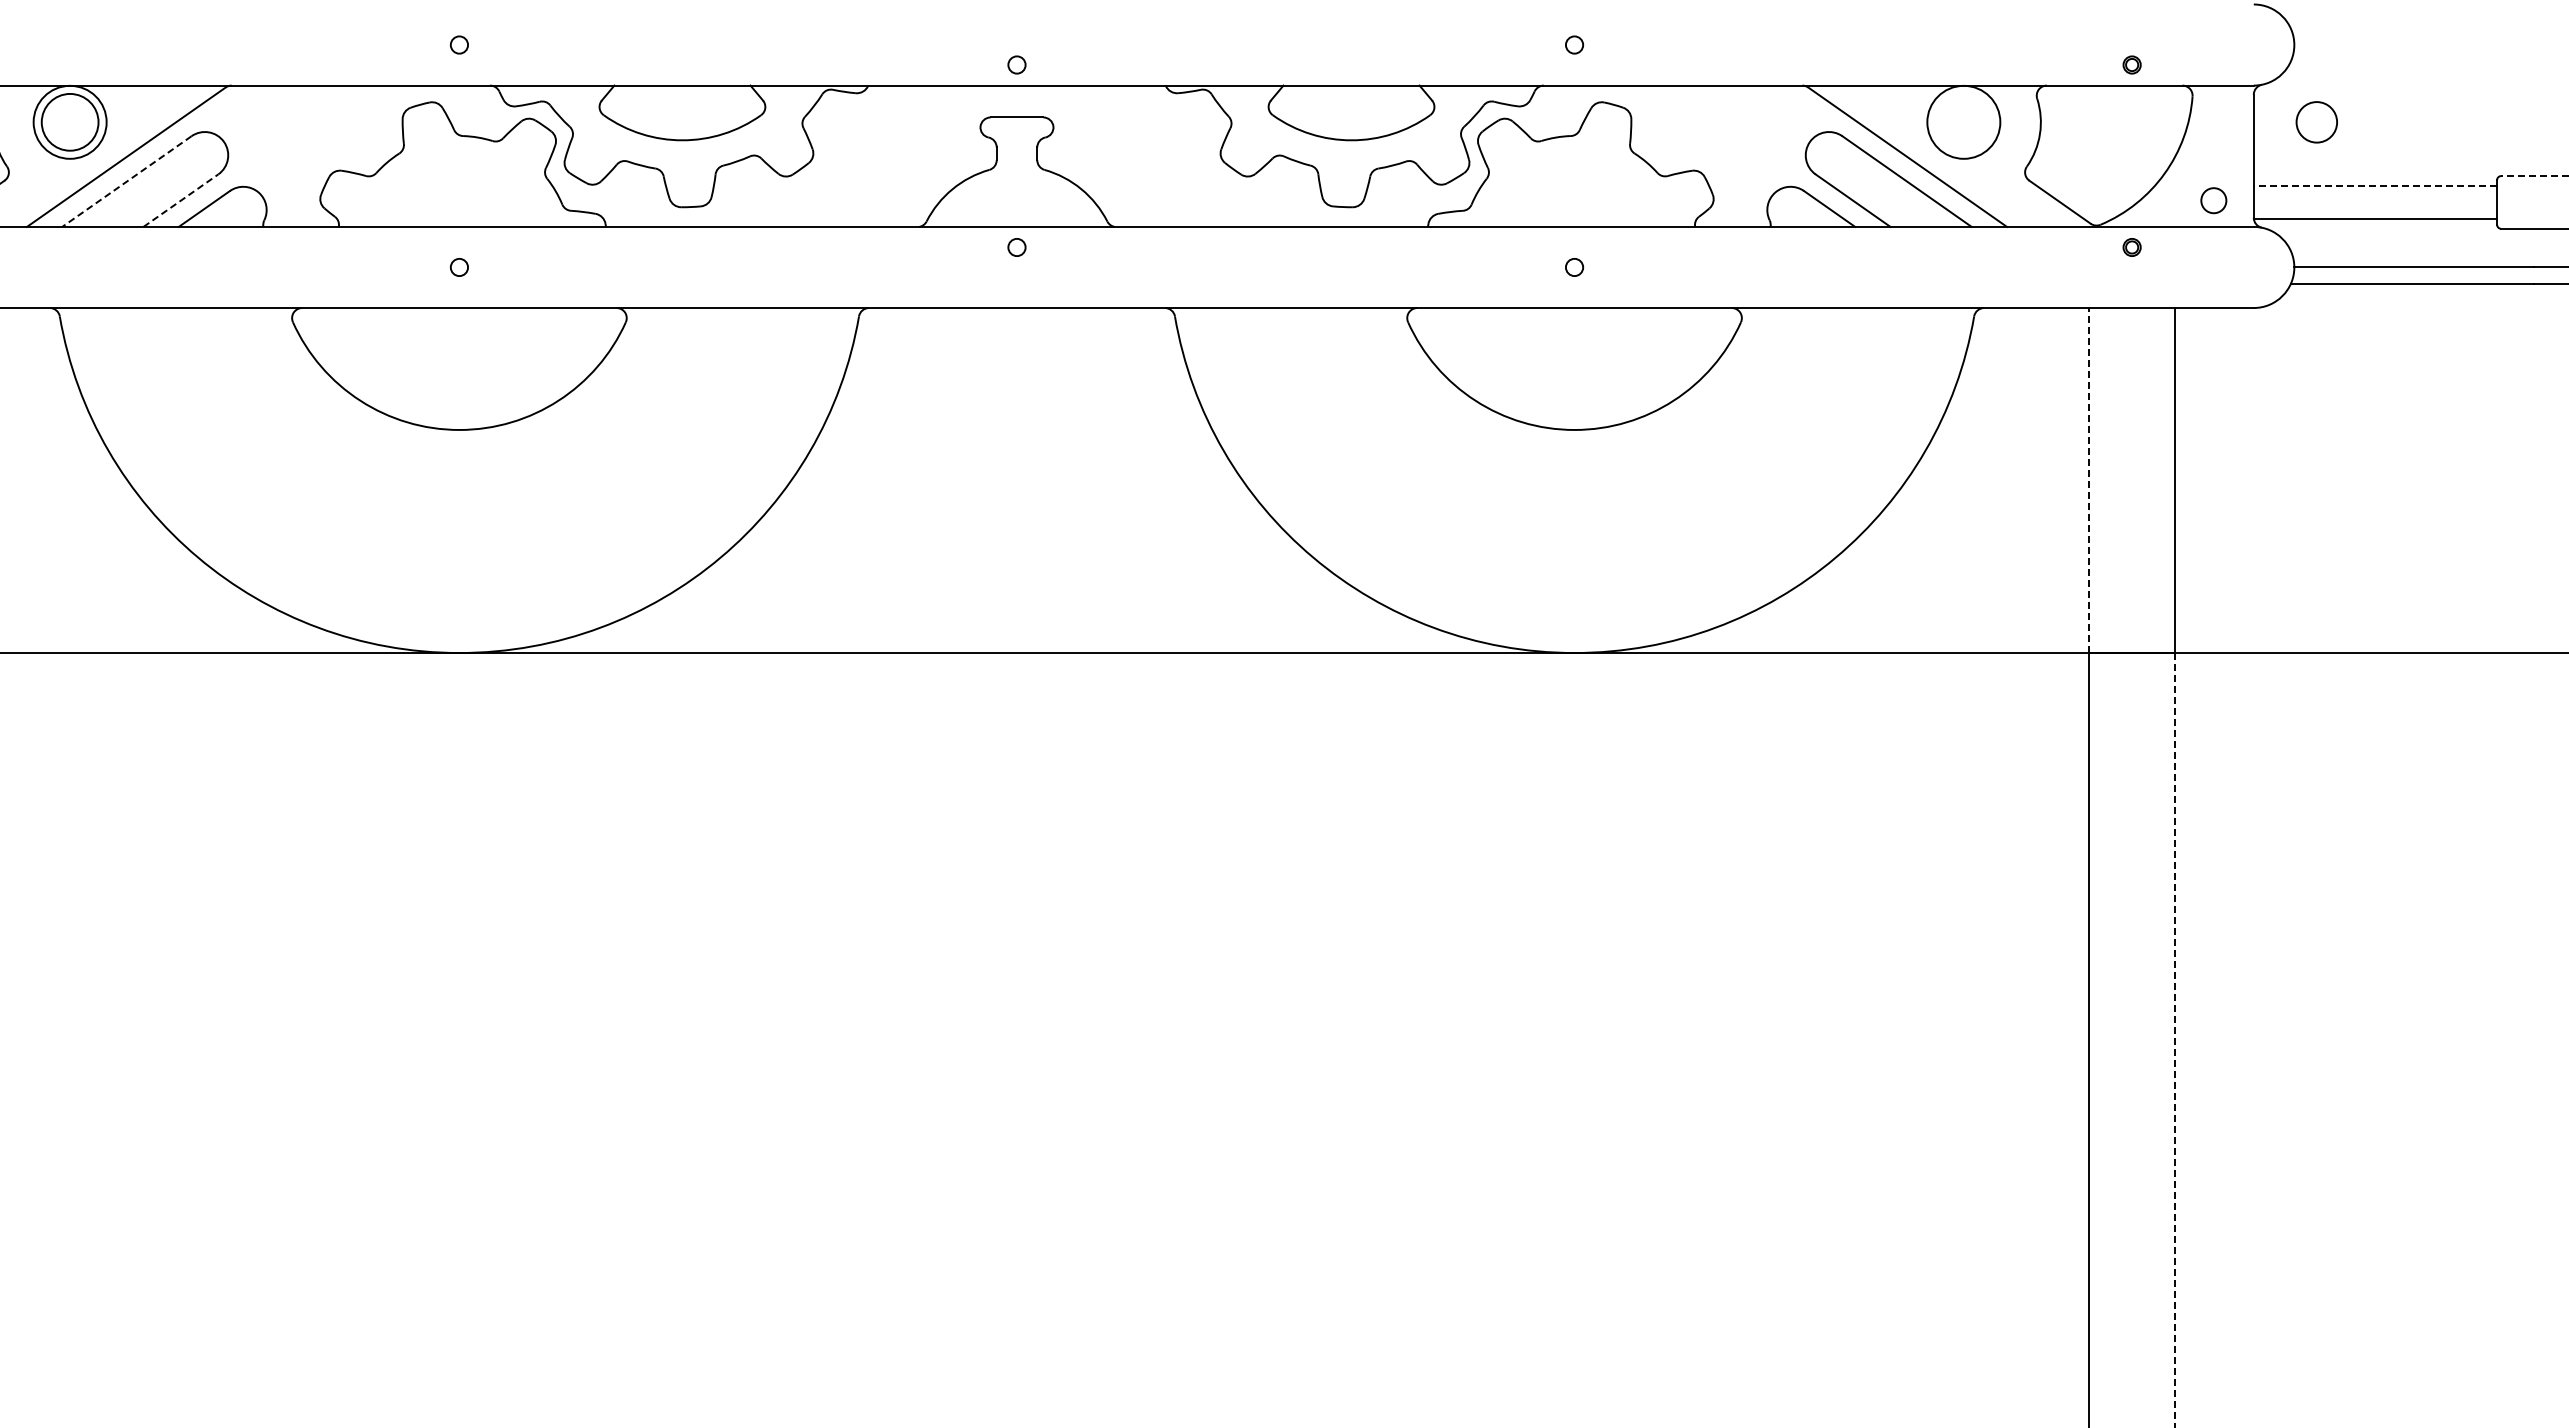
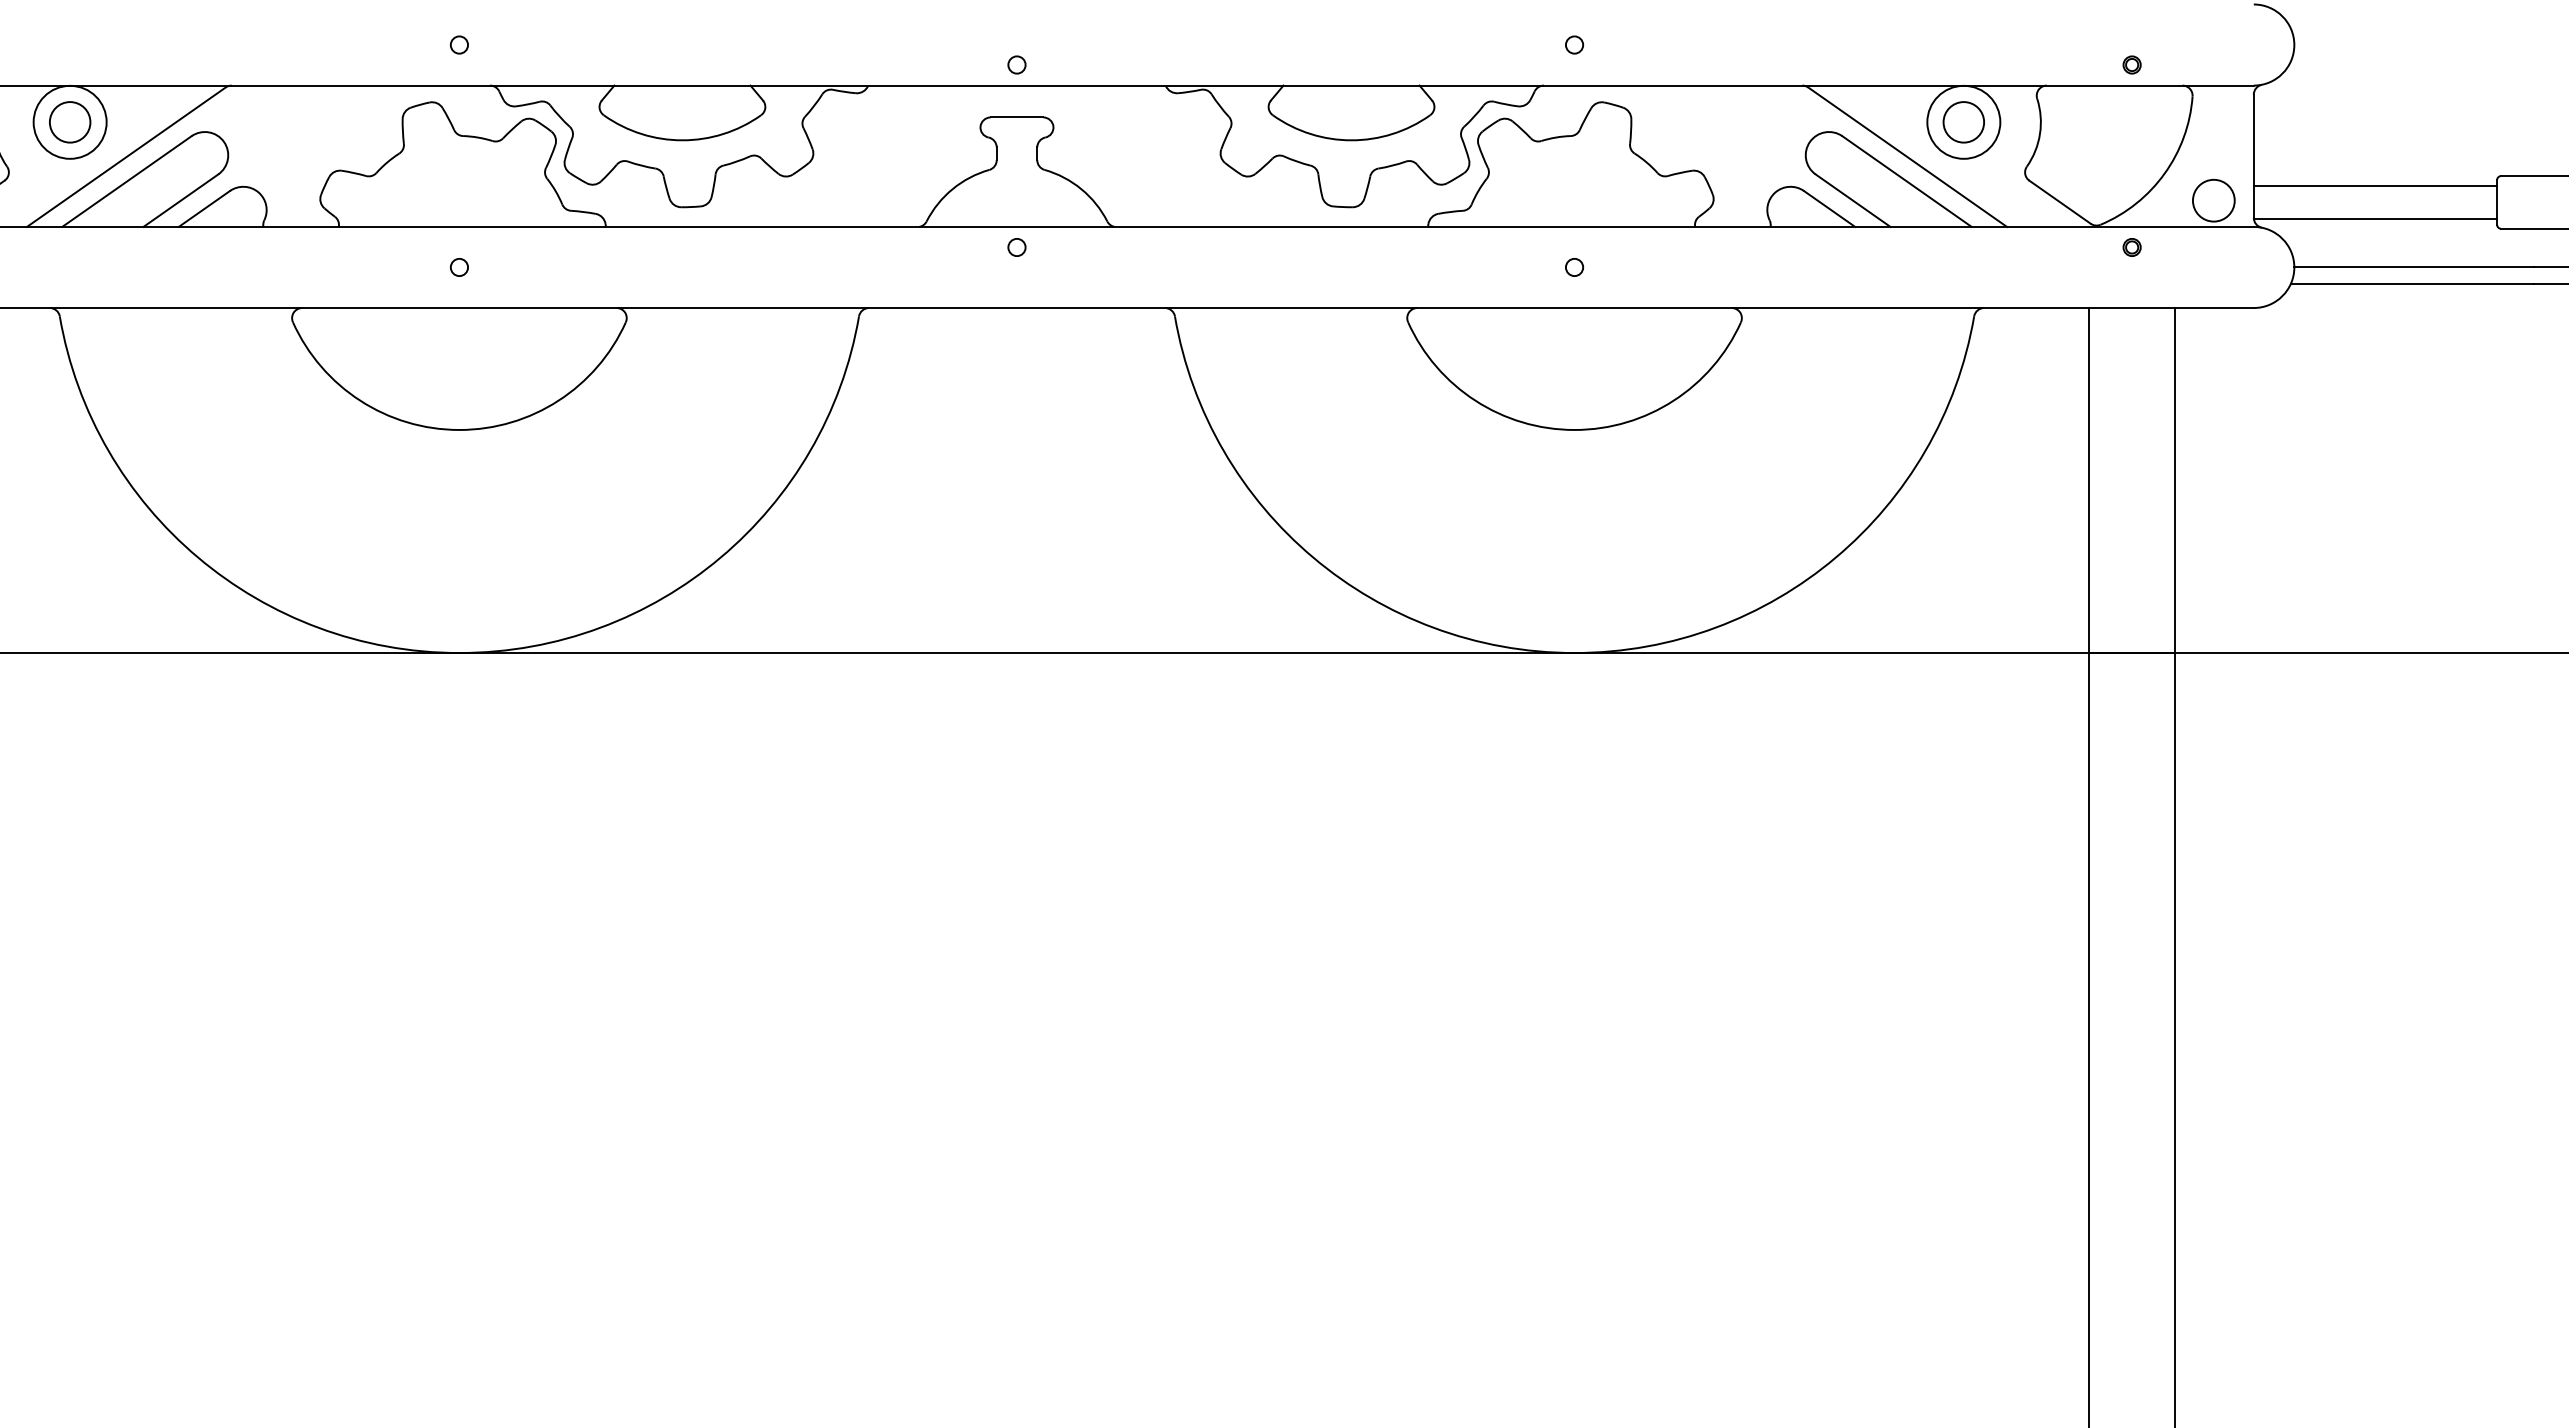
circle at (69, 121) diameter: 57 px -> 41 px
circle at (2316, 122) position: (2316, 122) -> (1963, 122)
line at (2534, 176): dashed -> solid
line at (126, 181): dashed -> solid
line at (2375, 186): dashed -> solid
line at (180, 200): dashed -> solid
circle at (2213, 200) diameter: 25 px -> 42 px
line at (2089, 480): dashed -> solid
line at (2175, 1039): dashed -> solid
